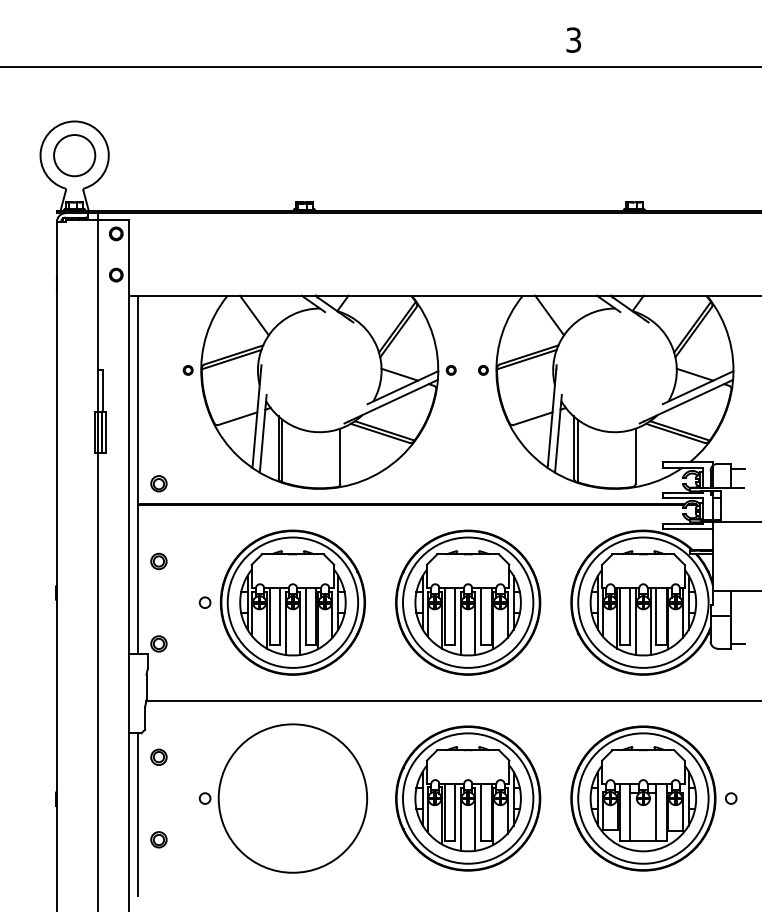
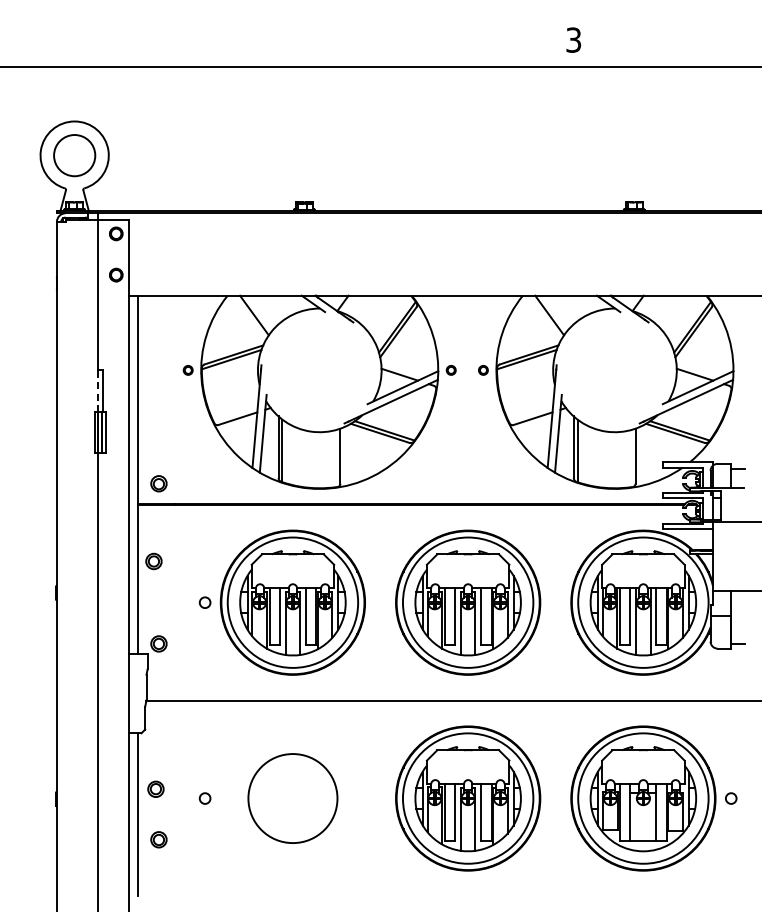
line at (97, 391): solid -> dashed
part at (158, 561) position: (158, 561) -> (153, 561)
part at (158, 756) position: (158, 756) -> (155, 788)
circle at (292, 798) diameter: 148 px -> 89 px
